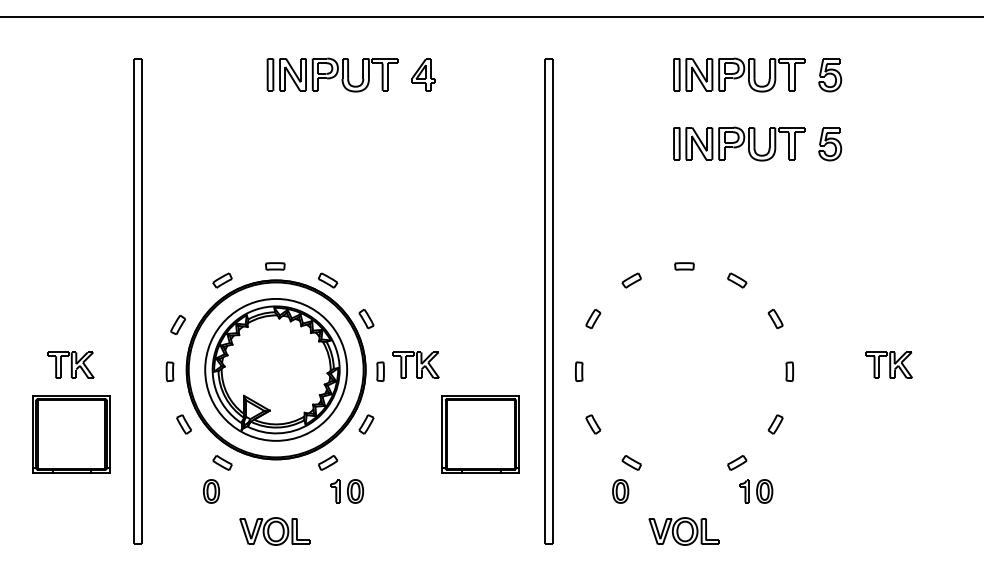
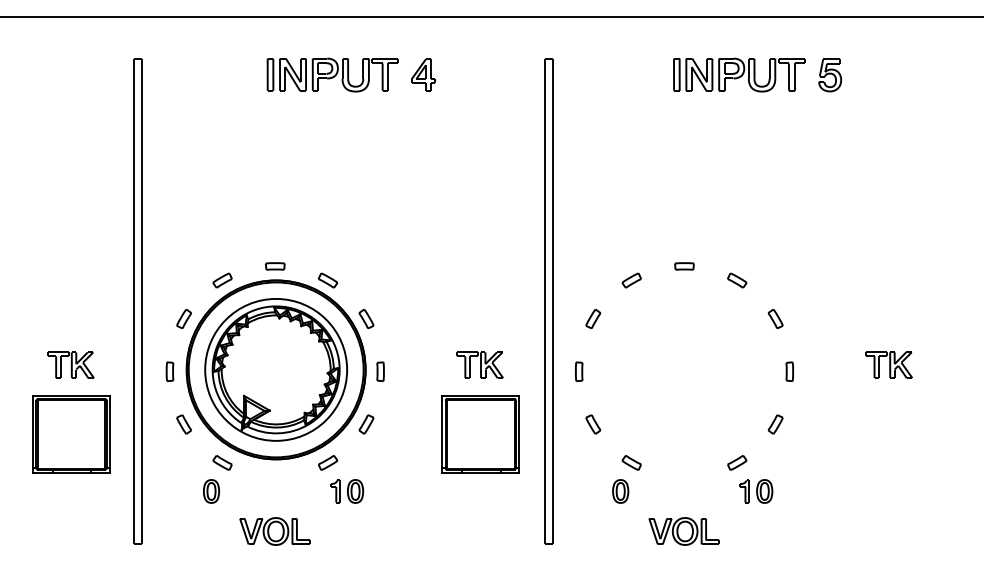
part at (739, 143): present -> none
part at (830, 144): present -> none
part at (177, 324) position: (177, 324) -> (183, 318)
part at (415, 364) position: (415, 364) -> (479, 364)
